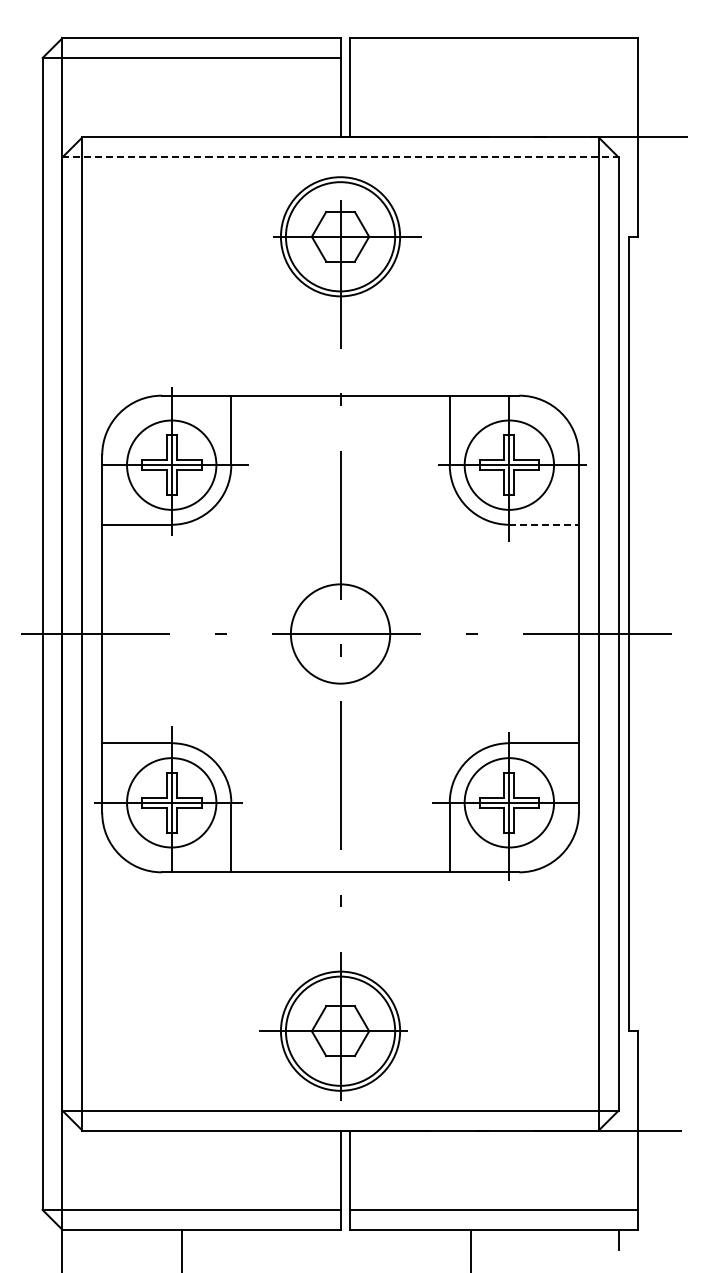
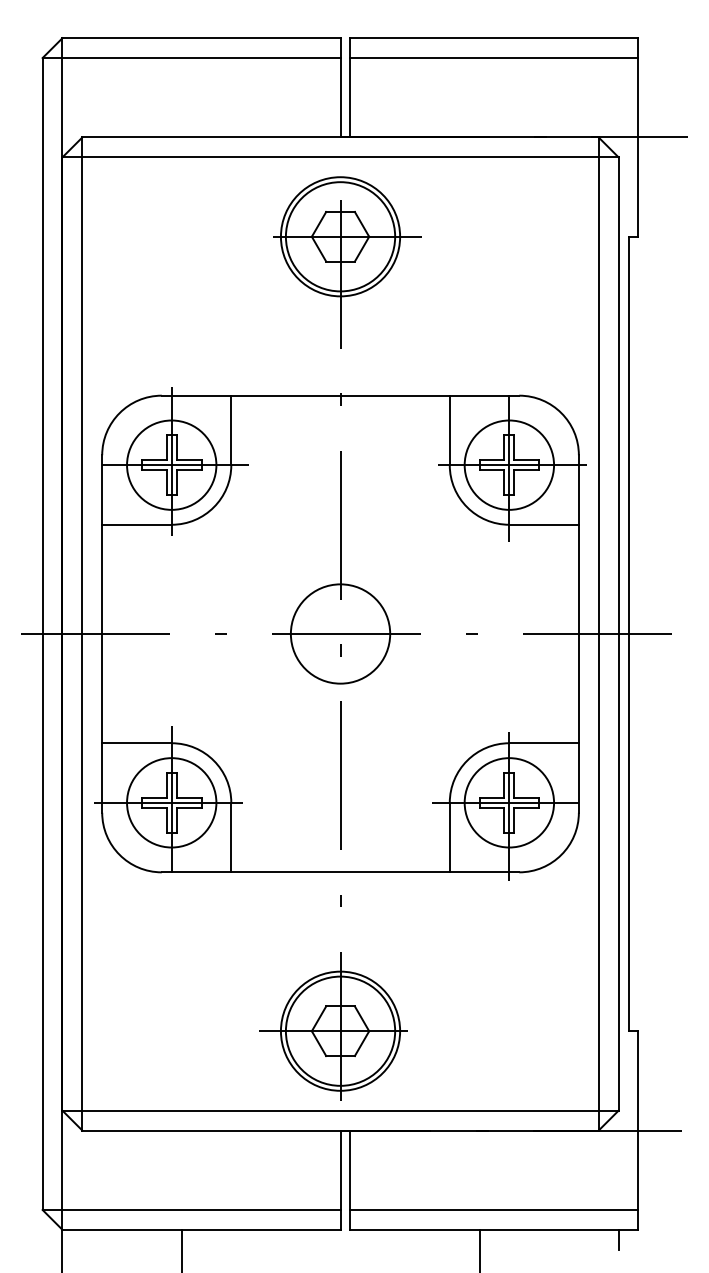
line at (494, 58): none -> present
line at (341, 157): dashed -> solid
line at (544, 524): dashed -> solid
line at (470, 1249) position: (470, 1249) -> (479, 1249)
